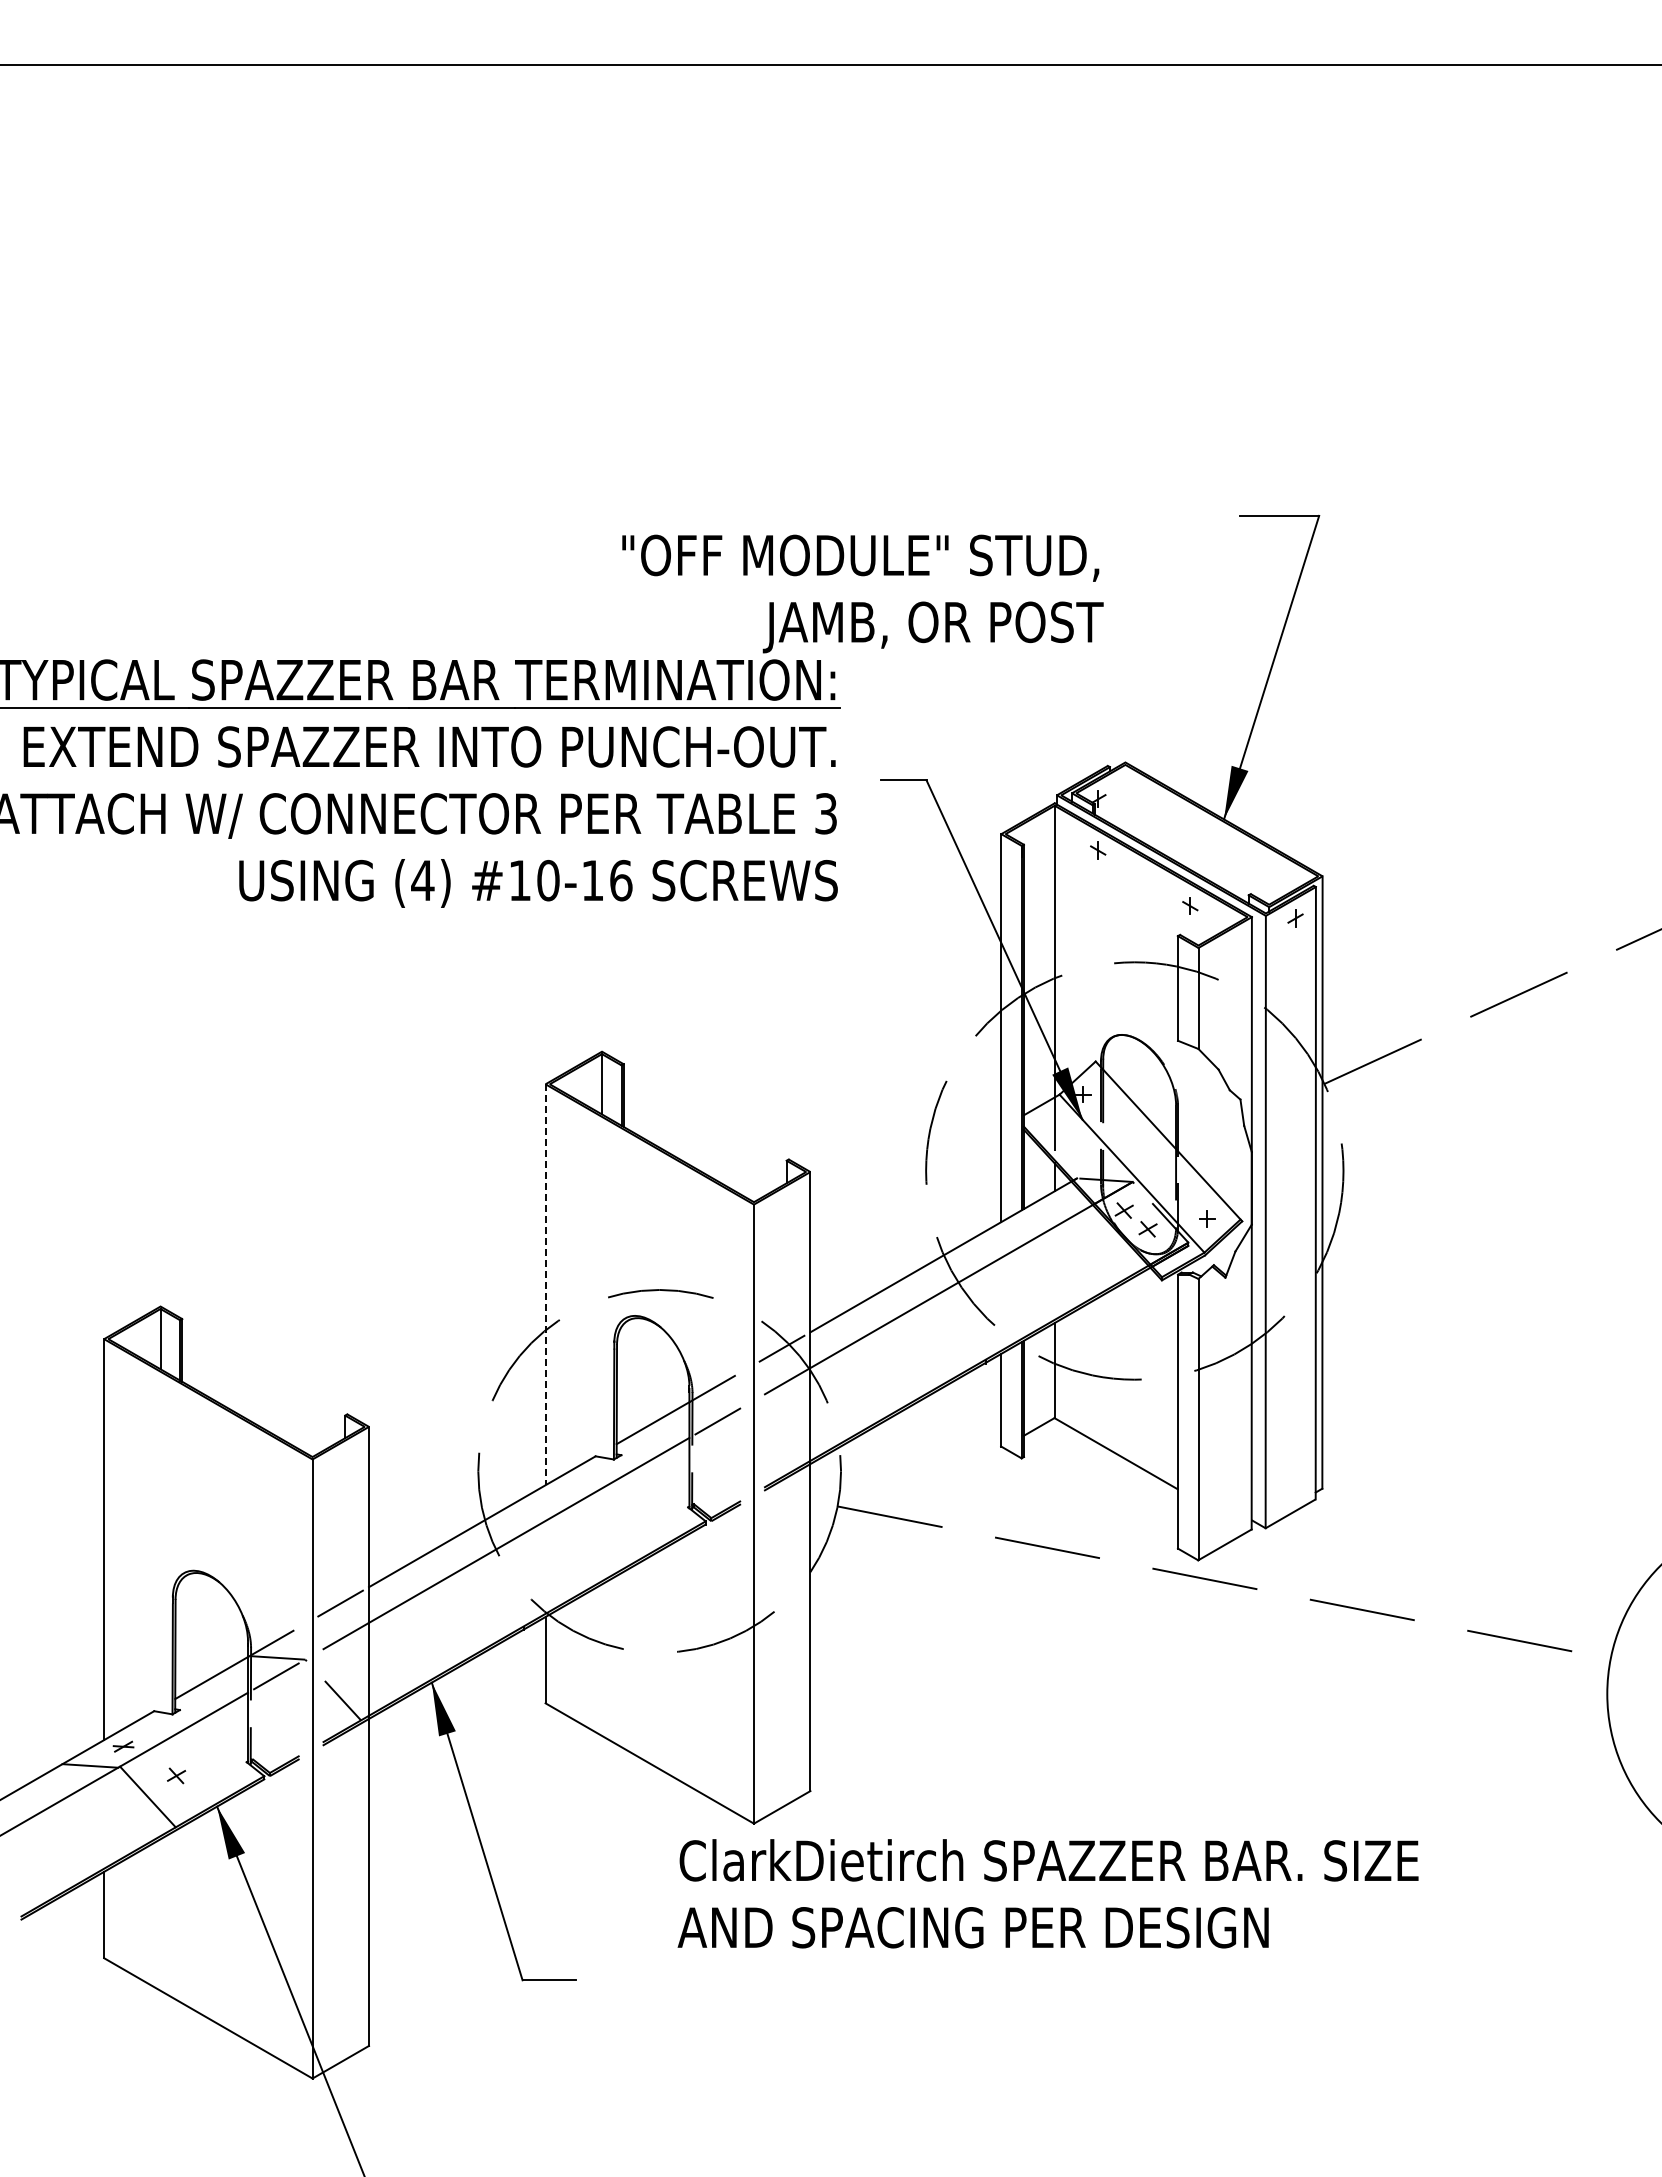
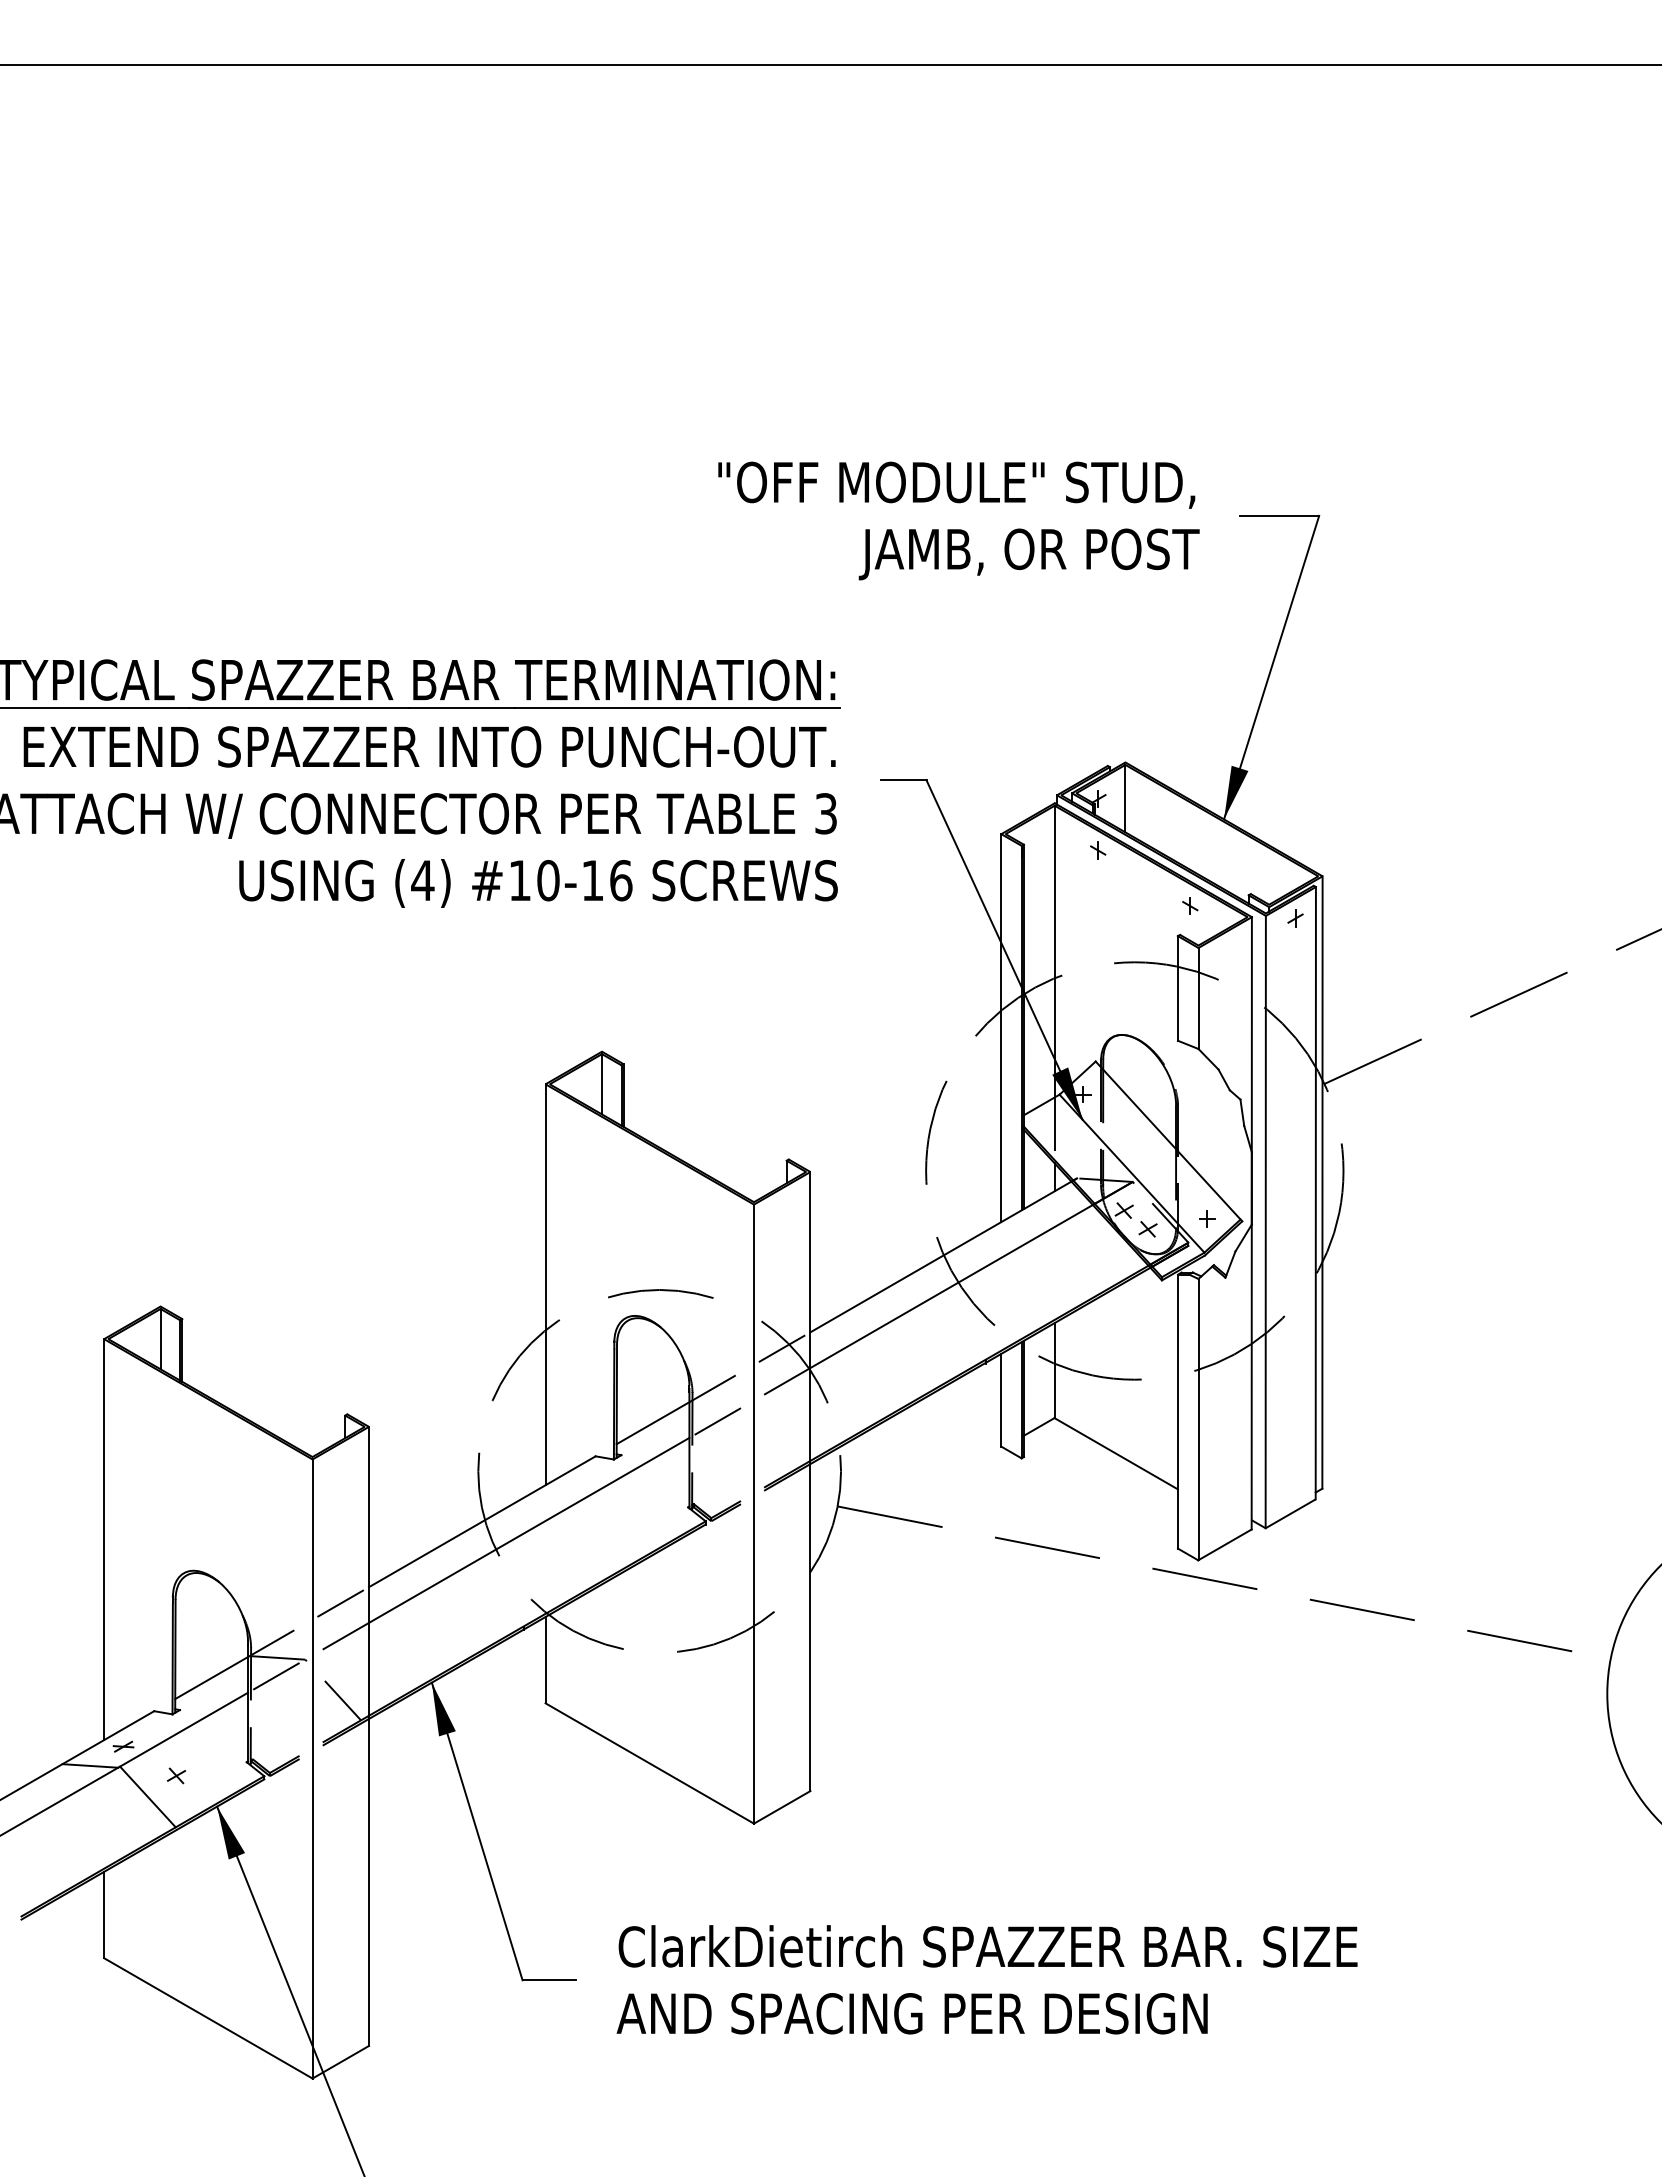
text at (862, 593) position: (862, 593) -> (958, 520)
line at (1125, 798): none -> present
line at (545, 1285): dashed -> solid
text at (1047, 1893) position: (1047, 1893) -> (986, 1979)
